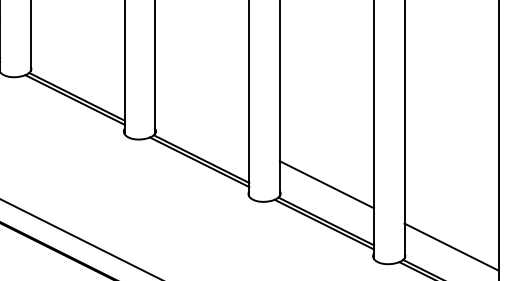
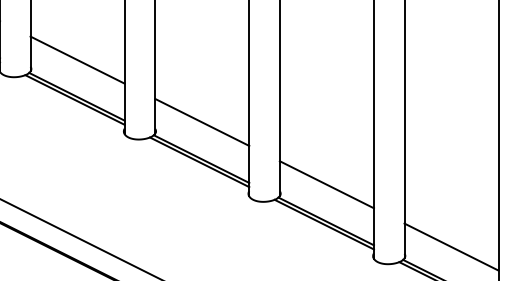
line at (77, 59): none -> present
line at (202, 121): none -> present
